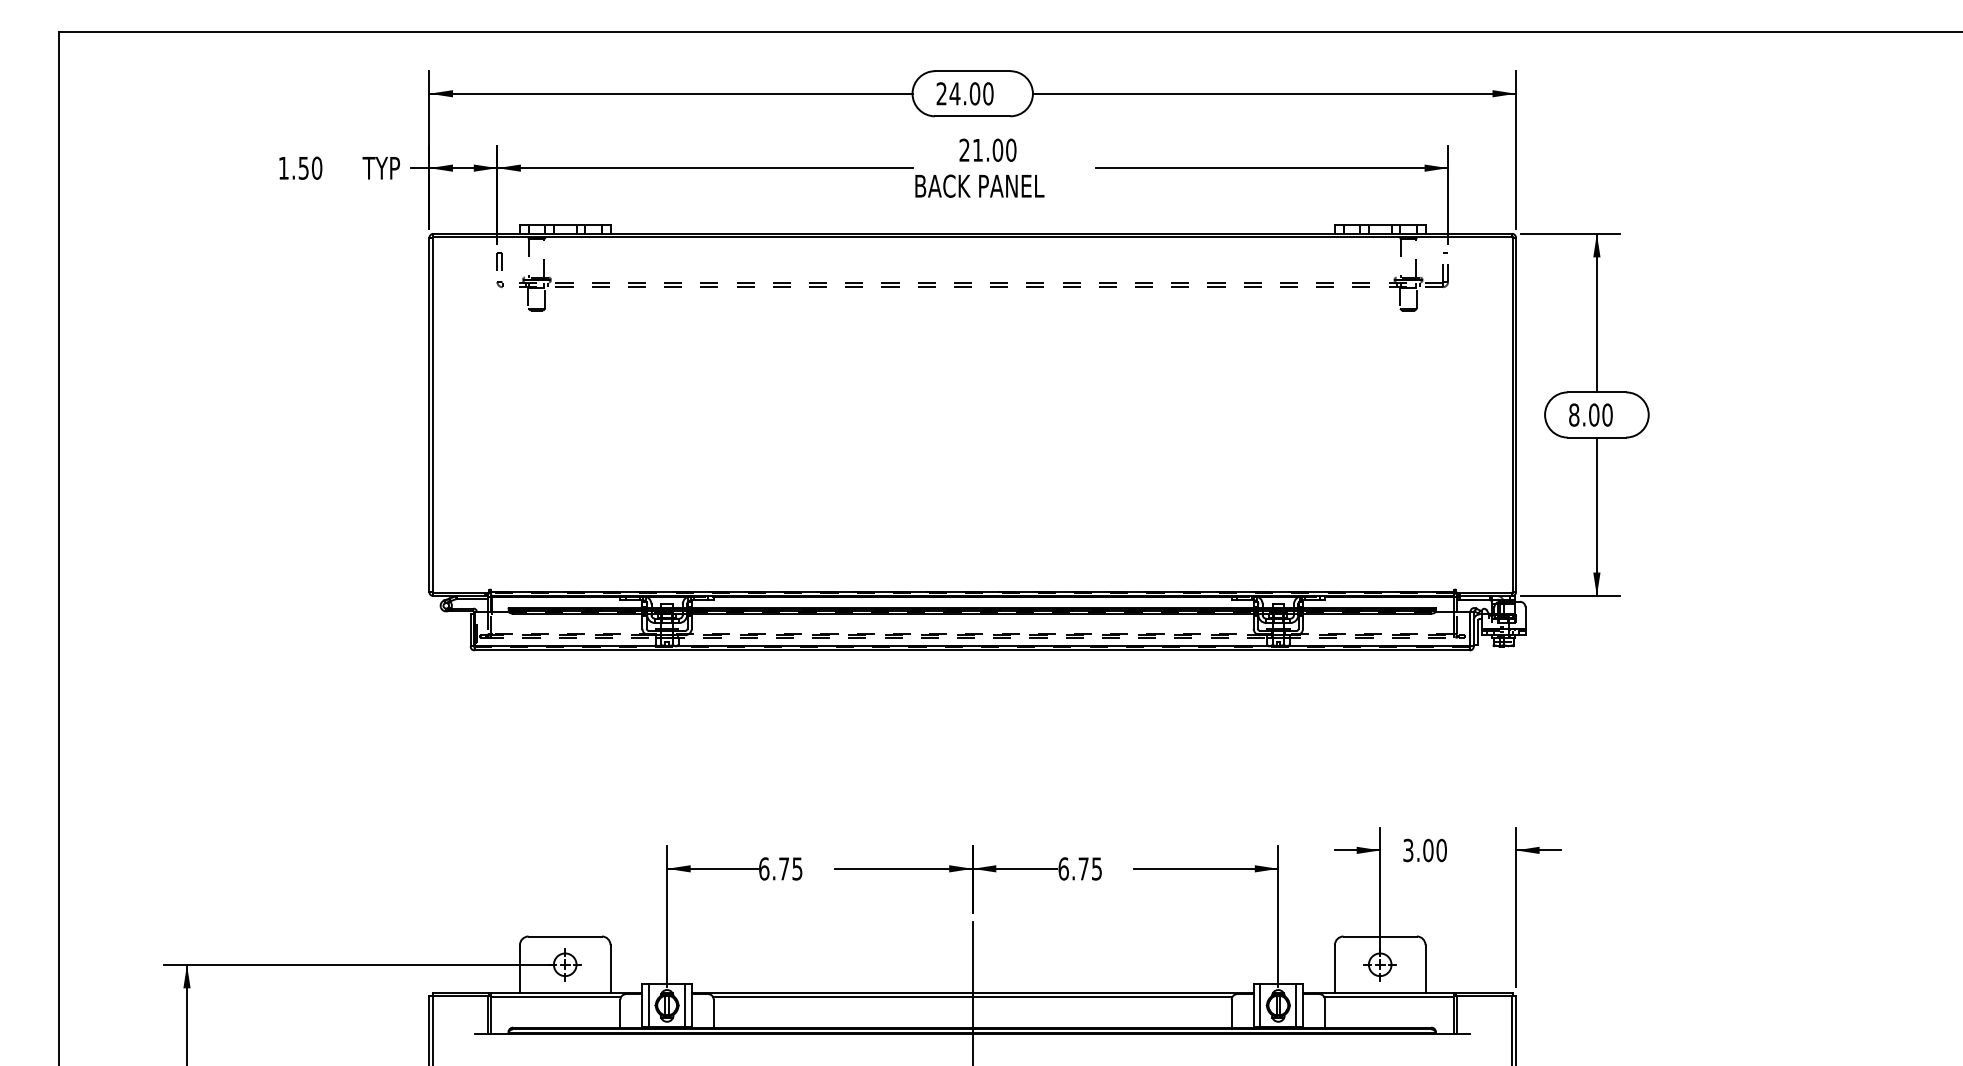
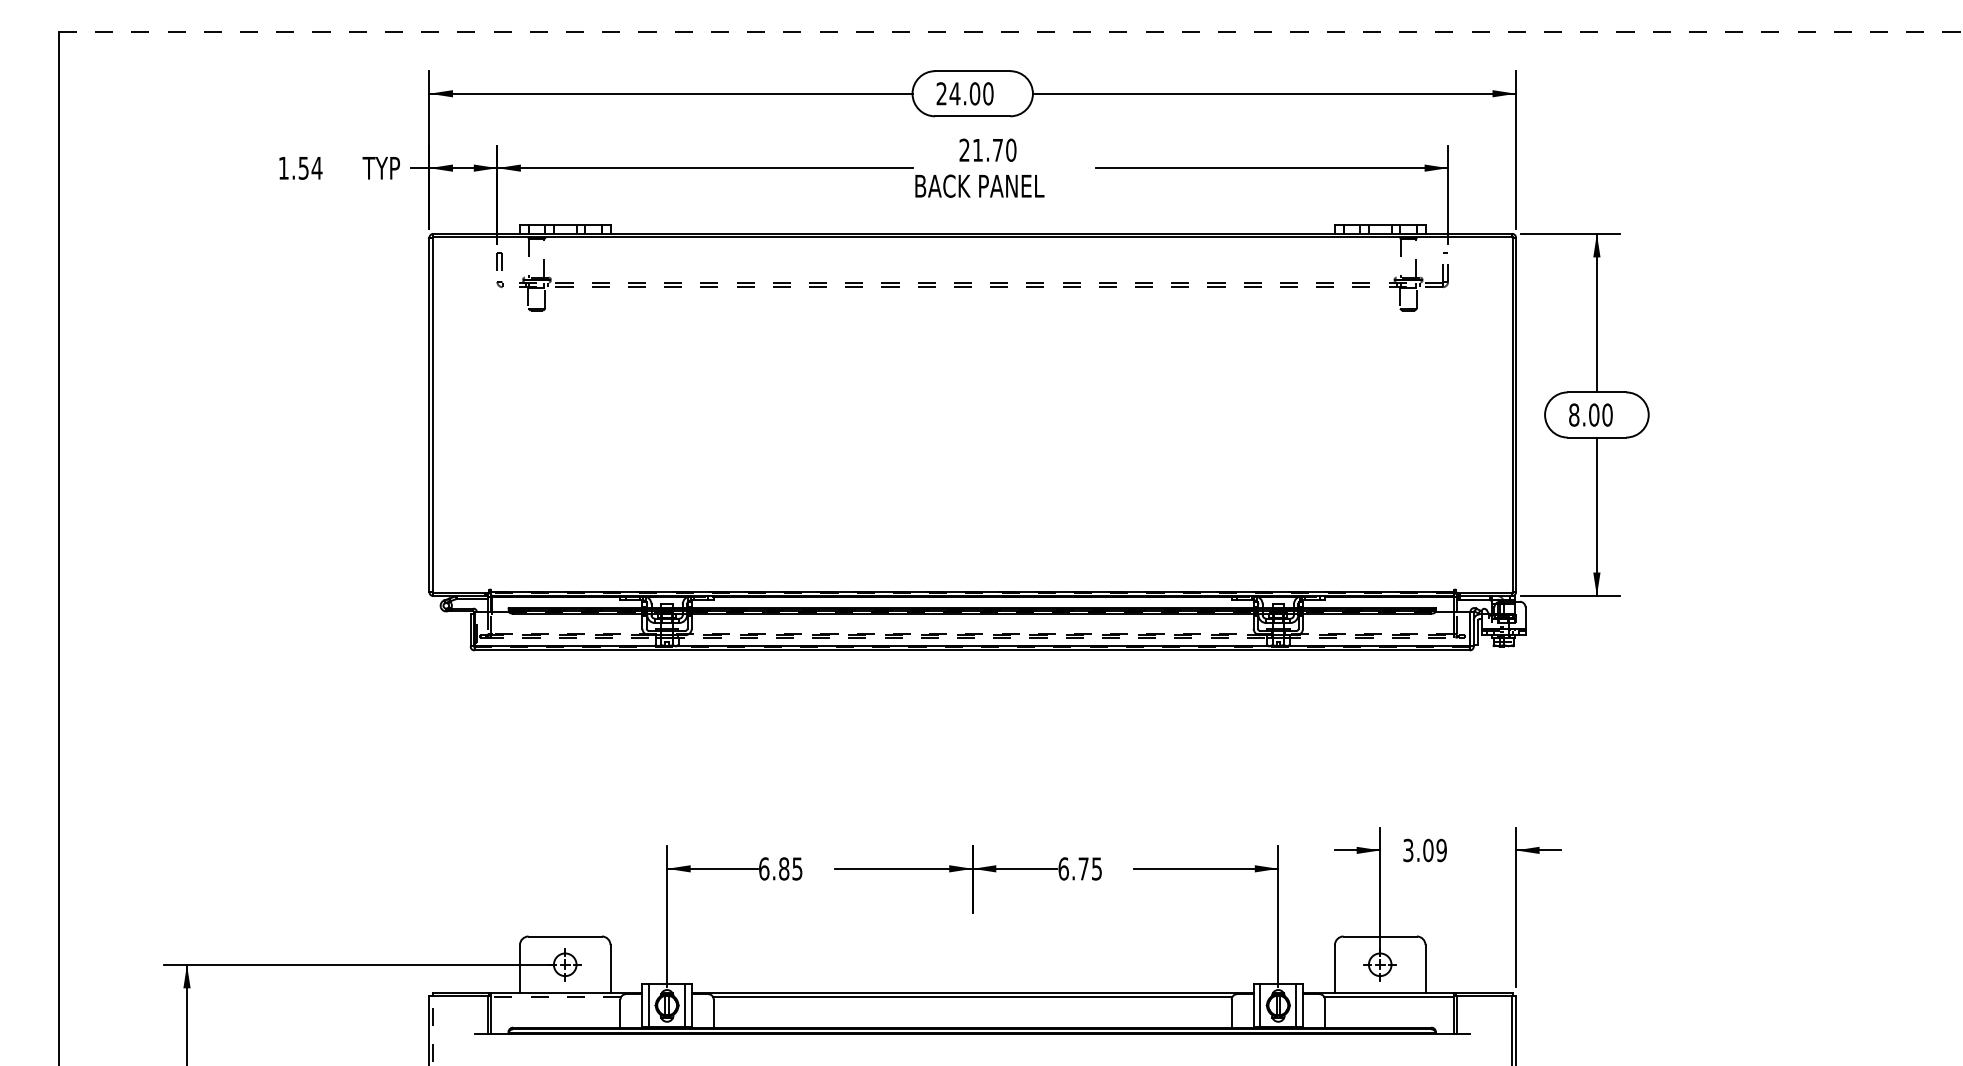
line at (1010, 31): solid -> dashed
text at (997, 149): 21.00 -> 21.70
text at (316, 167): 1.50 -> 1.54
text at (1441, 850): 3.00 -> 3.09
text at (784, 868): 6.75 -> 6.85
line at (972, 991): present -> none
line at (555, 997): solid -> dashed
line at (433, 1030): solid -> dashed
